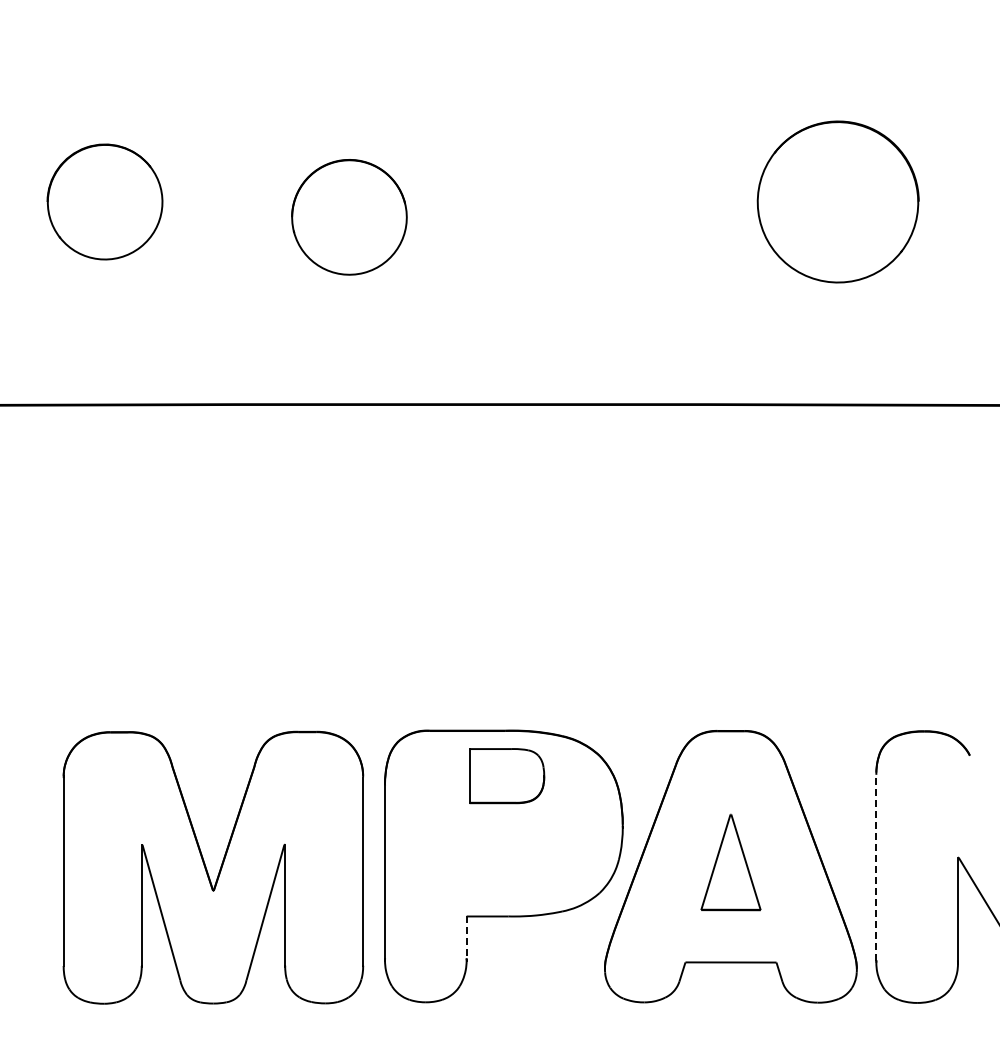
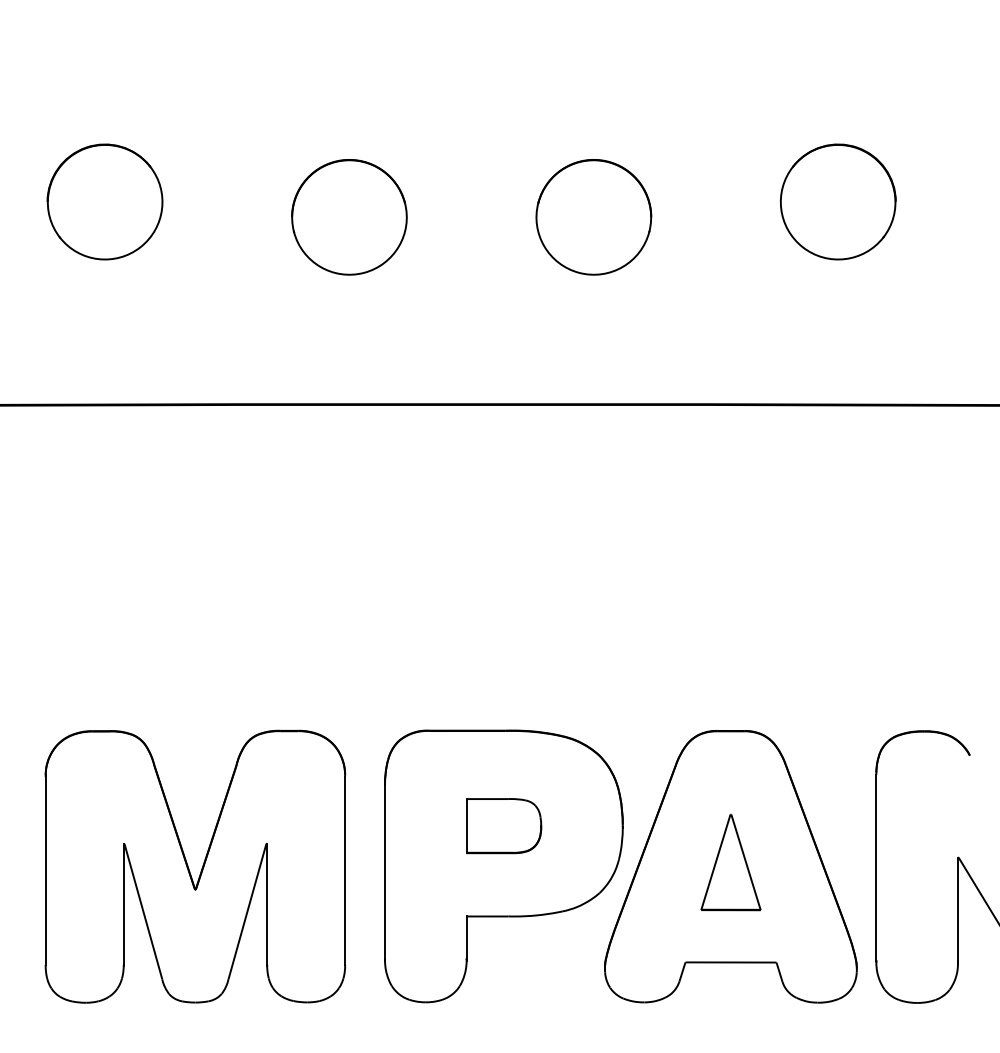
part at (837, 201) size: 164x164 px -> 117x118 px
part at (593, 217): none -> present
part at (507, 776) position: (507, 776) -> (504, 826)
line at (876, 867): dashed -> solid
part at (207, 869) position: (207, 869) -> (189, 868)
line at (466, 938): dashed -> solid
